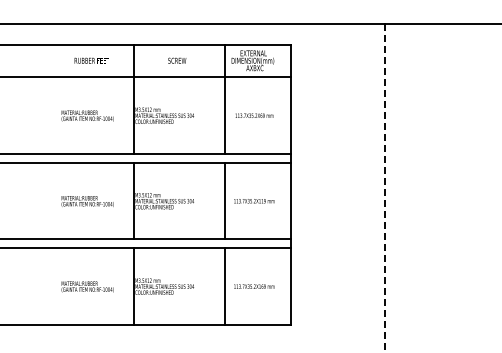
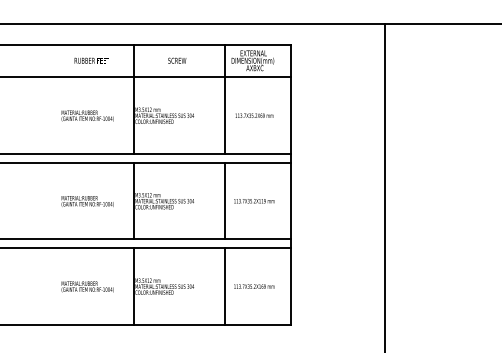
line at (384, 188): dashed -> solid
